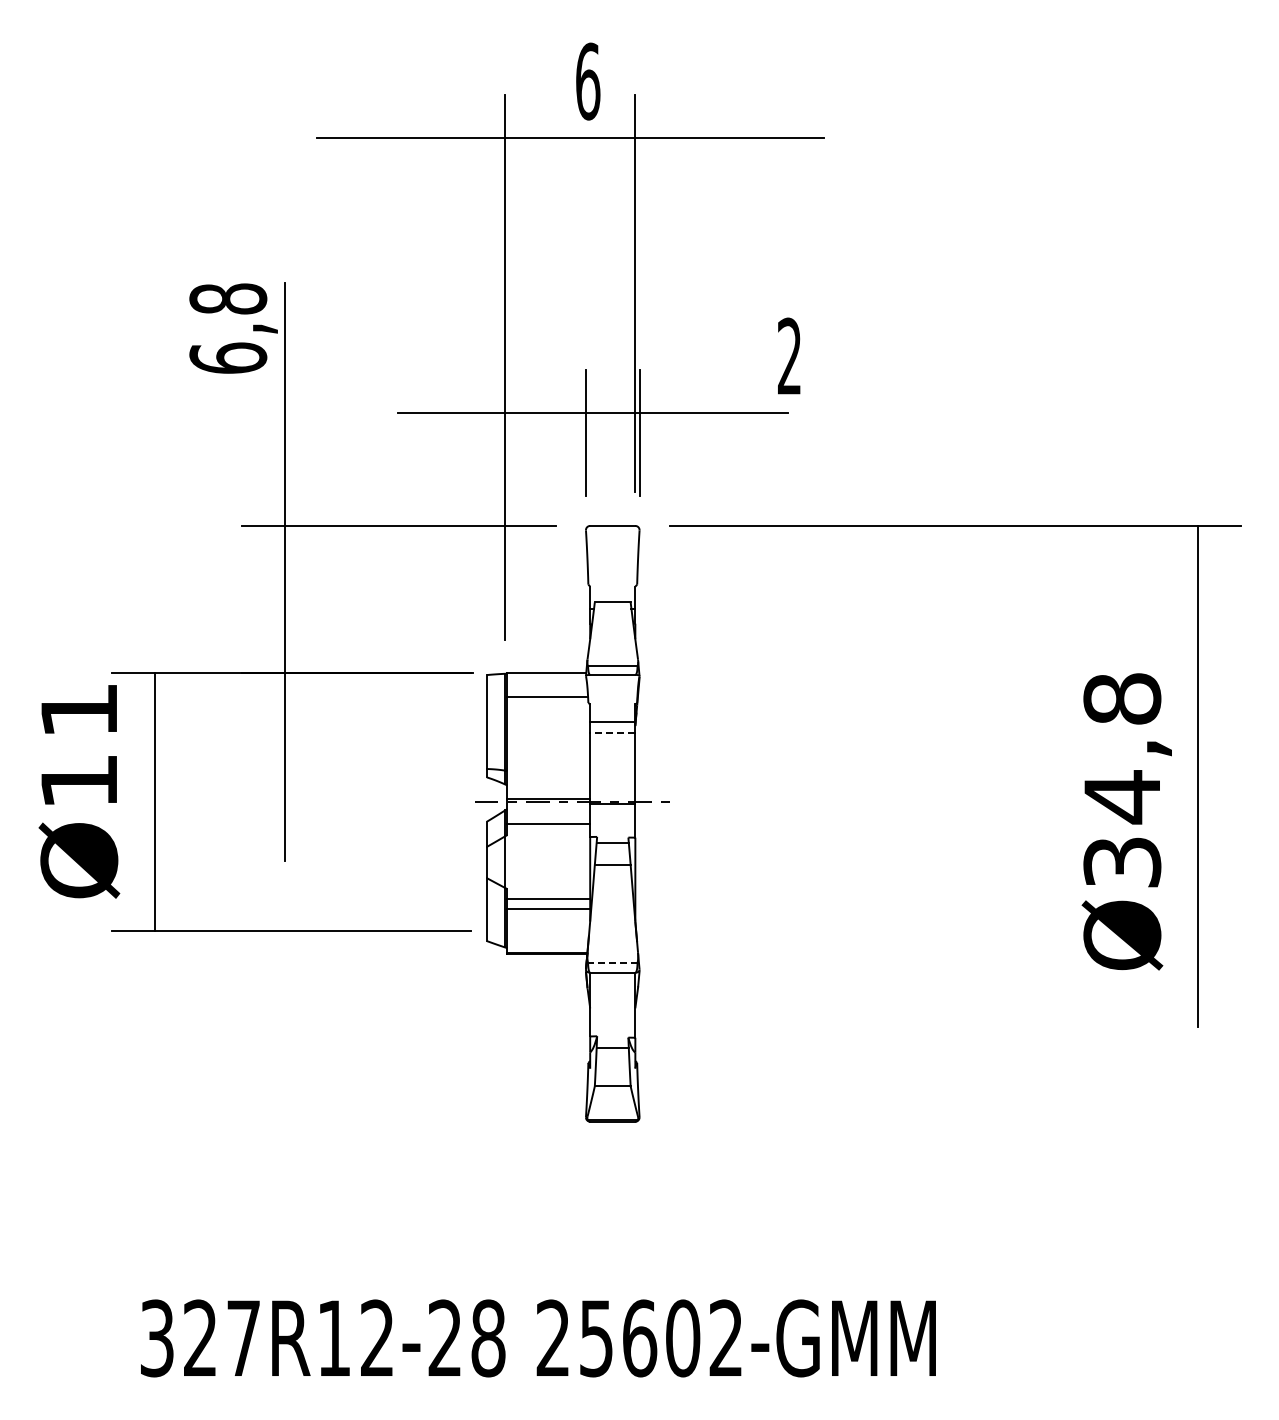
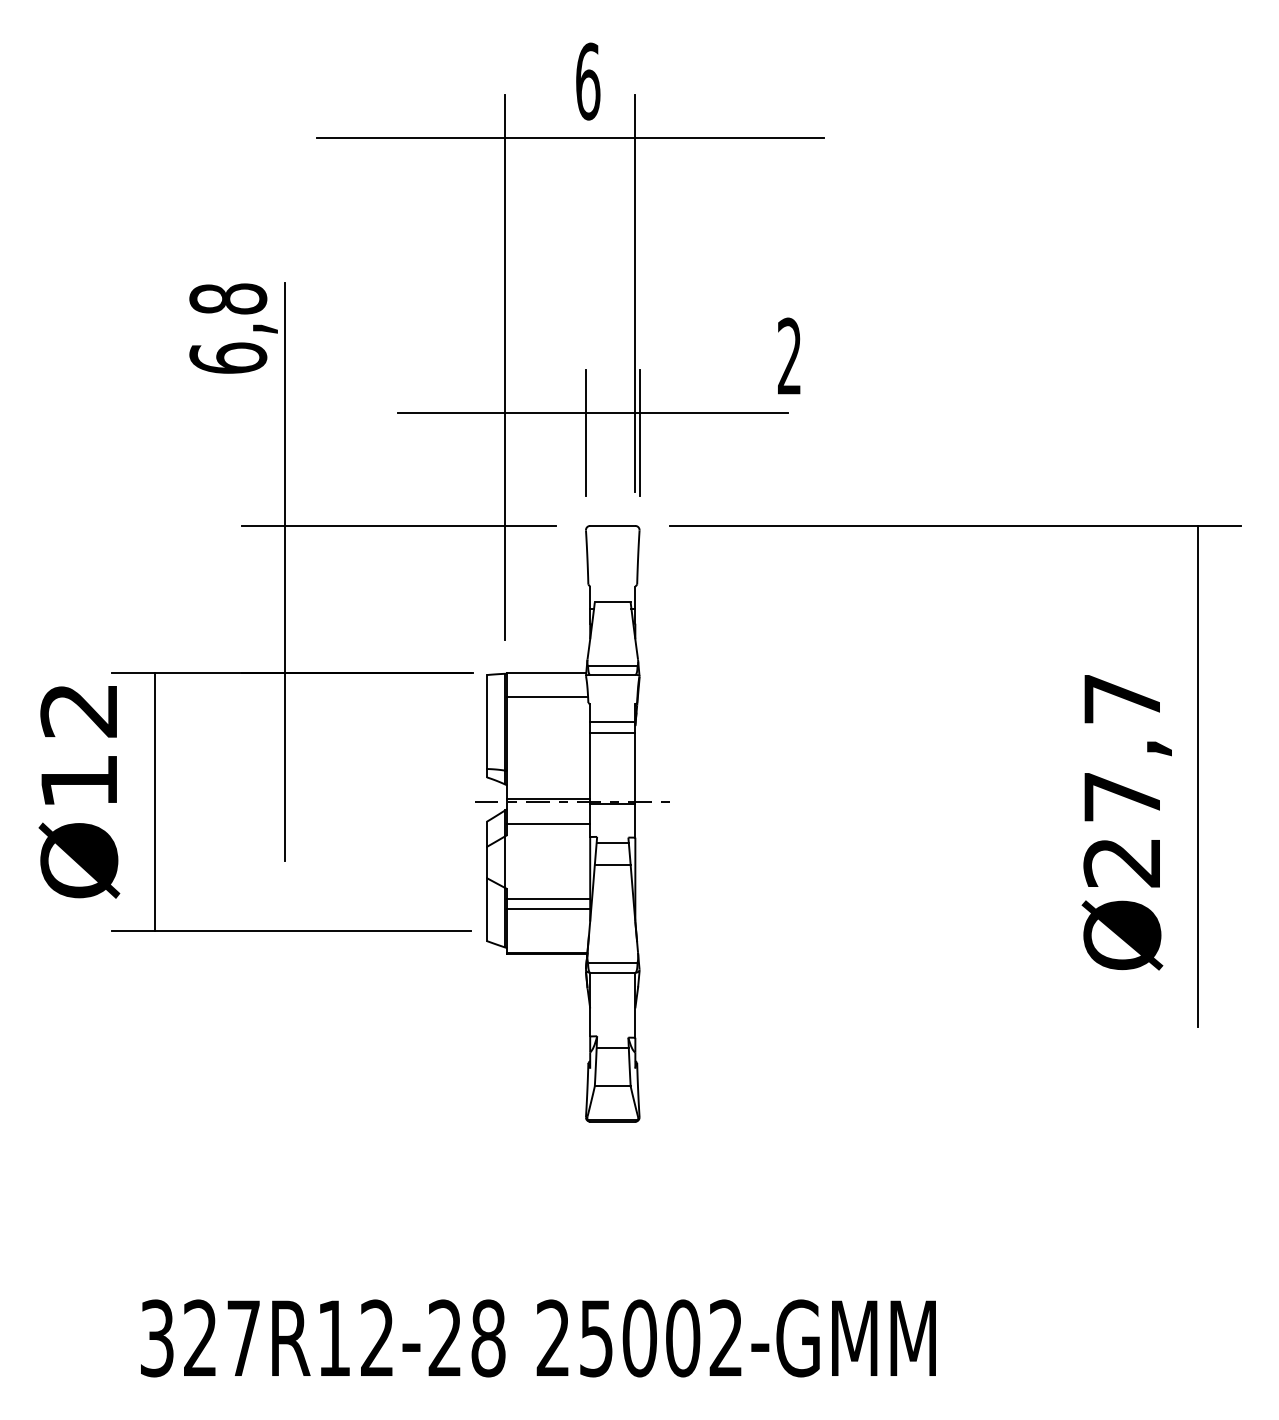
text at (78, 711): Ø11 -> Ø12
line at (612, 732): dashed -> solid
text at (1122, 780): Ø34,8 -> Ø27,7
line at (612, 962): dashed -> solid
text at (639, 1338): 25602-GMM -> 25002-GMM
